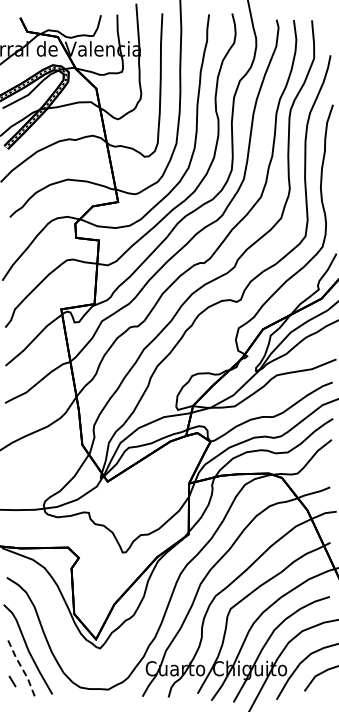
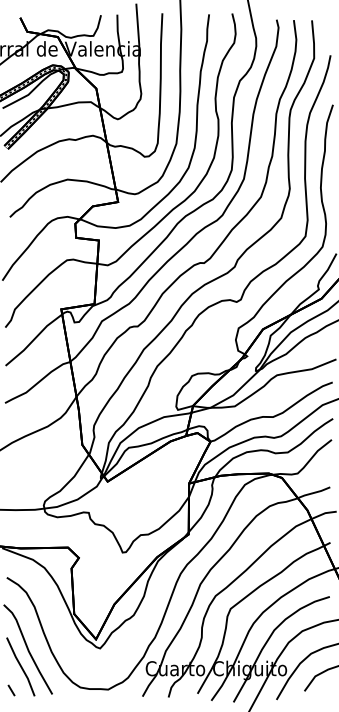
line at (21, 666): dashed -> solid
line at (12, 681) position: (12, 681) -> (11, 690)
